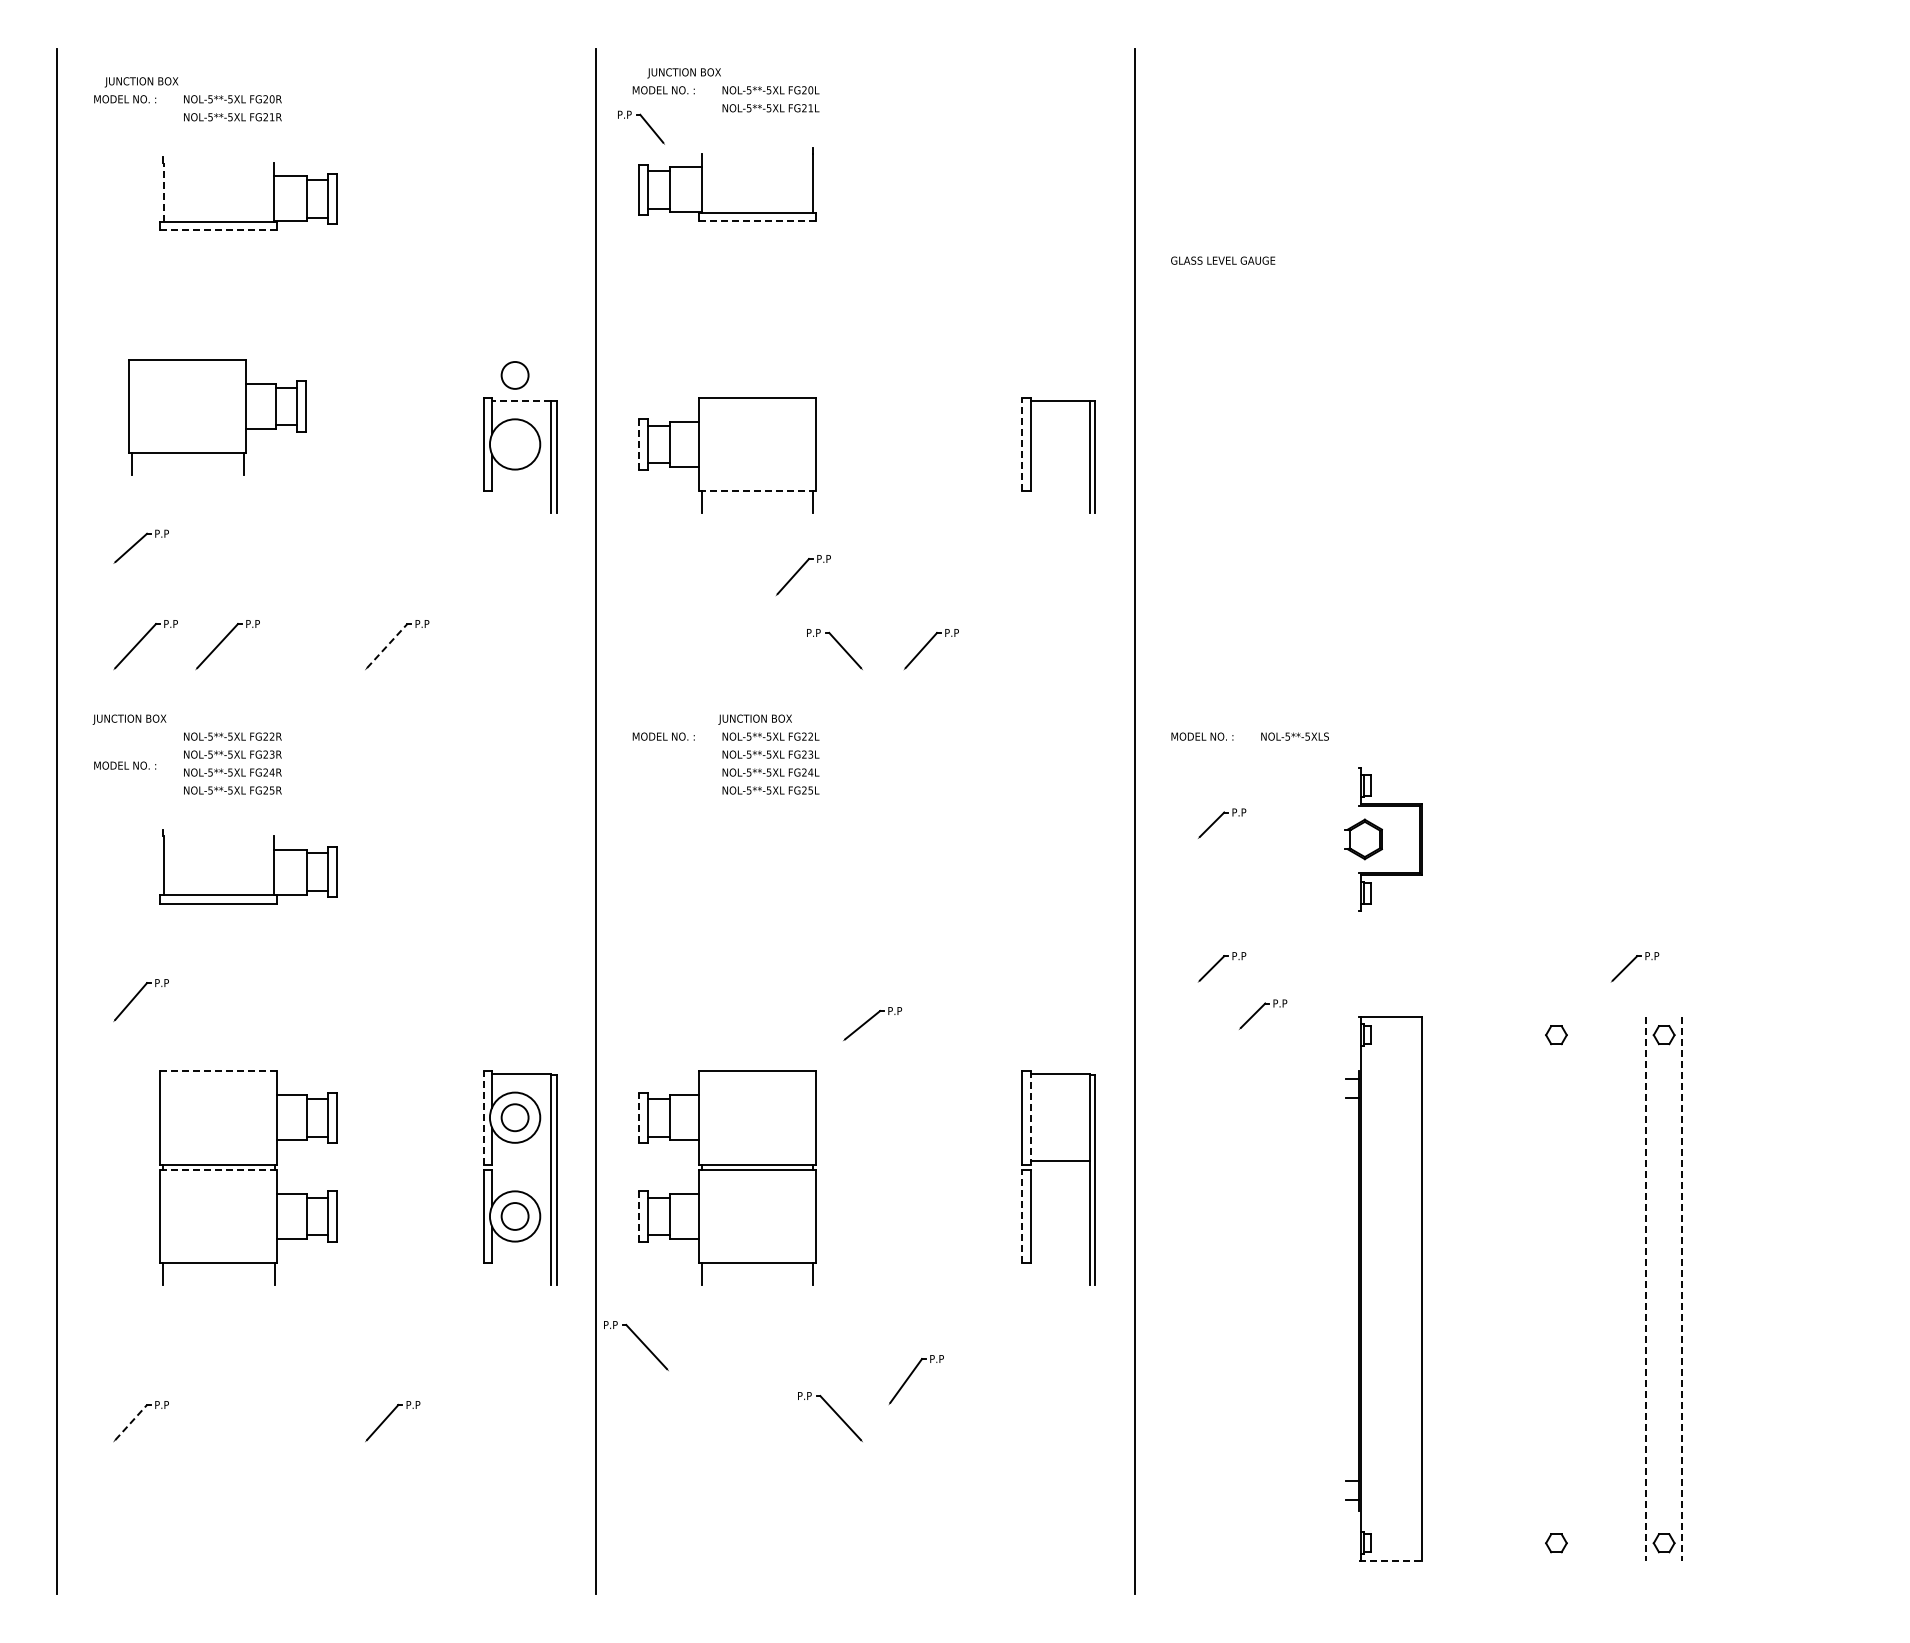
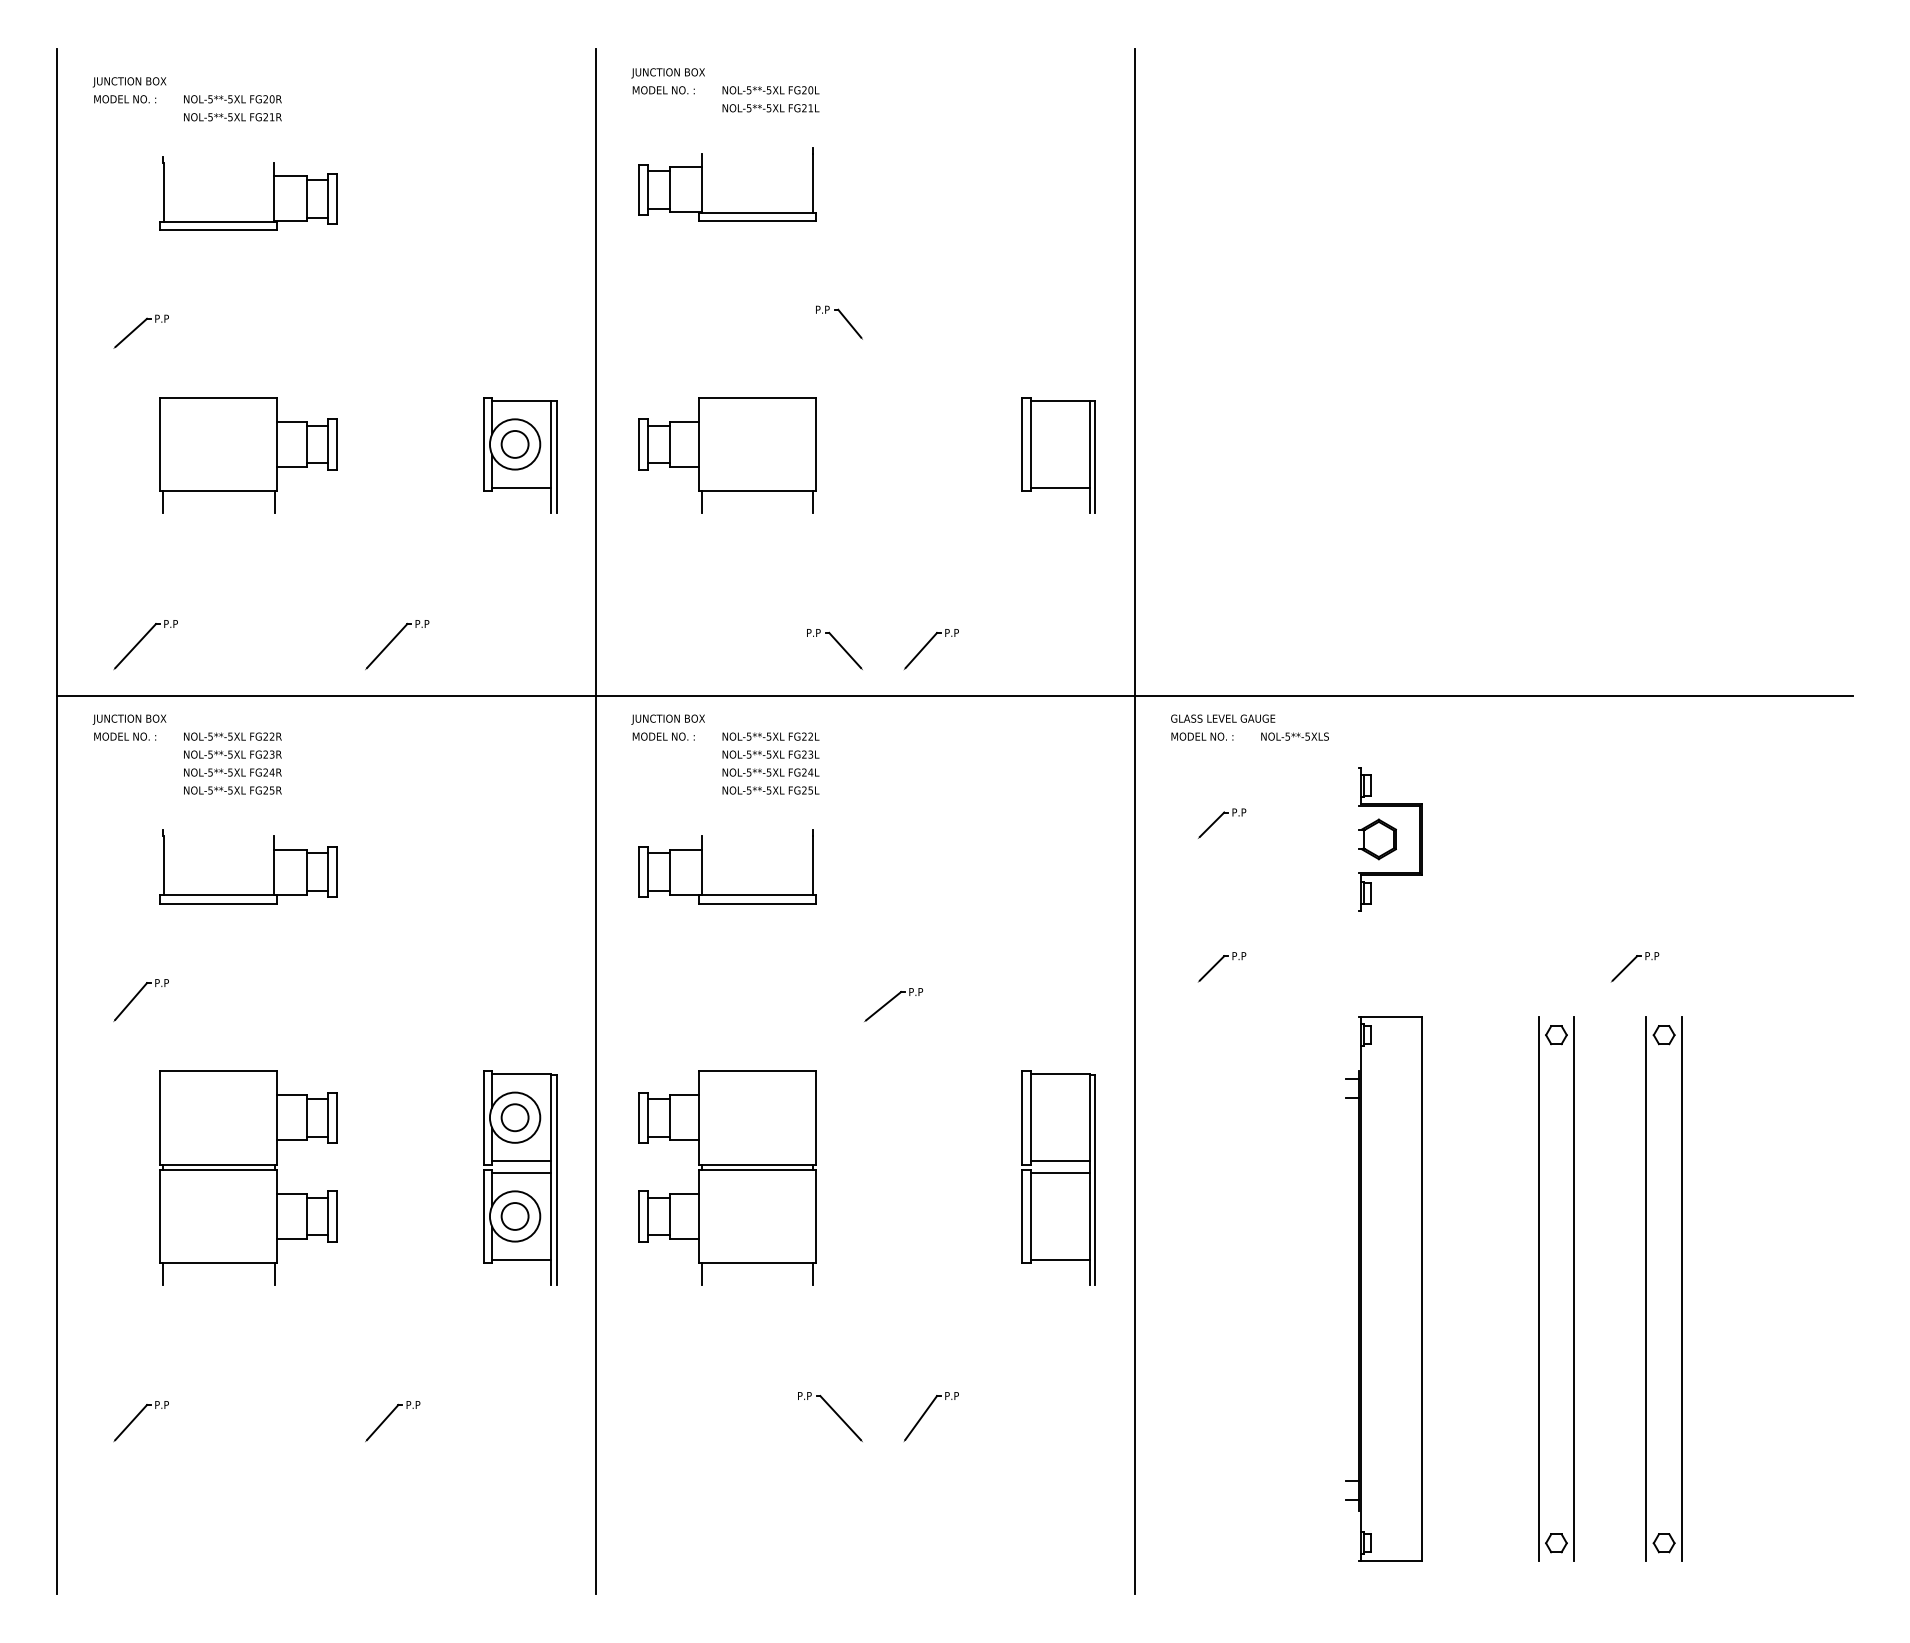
text at (683, 73) position: (683, 73) -> (667, 73)
text at (141, 82) position: (141, 82) -> (129, 82)
part at (647, 125) position: (647, 125) -> (845, 320)
line at (163, 191): dashed -> solid
line at (758, 221): dashed -> solid
line at (218, 230): dashed -> solid
text at (1223, 260) position: (1223, 260) -> (1223, 718)
circle at (514, 375) position: (514, 375) -> (514, 444)
line at (521, 400): dashed -> solid
part at (217, 417) position: (217, 417) -> (248, 455)
line at (639, 443): dashed -> solid
line at (1022, 444): dashed -> solid
line at (521, 488): none -> present
line at (1059, 488): none -> present
line at (757, 491): dashed -> solid
part at (140, 546) position: (140, 546) -> (140, 331)
part at (802, 575): present -> none
part at (227, 645): present -> none
line at (387, 646): dashed -> solid
line at (954, 695): none -> present
text at (754, 719) position: (754, 719) -> (667, 719)
text at (125, 765) position: (125, 765) -> (125, 736)
part at (1363, 839) position: (1363, 839) -> (1377, 839)
part at (702, 866): none -> present
part at (1263, 1014): present -> none
part at (872, 1023) position: (872, 1023) -> (893, 1004)
line at (219, 1070): dashed -> solid
line at (483, 1117): dashed -> solid
line at (639, 1117): dashed -> solid
line at (1030, 1117): dashed -> solid
line at (521, 1161): none -> present
line at (219, 1169): dashed -> solid
line at (521, 1172): none -> present
line at (1059, 1172): none -> present
line at (639, 1215): dashed -> solid
line at (1022, 1216): dashed -> solid
line at (521, 1260): none -> present
line at (1059, 1260): none -> present
line at (1538, 1289): none -> present
line at (1574, 1289): none -> present
line at (1646, 1289): dashed -> solid
line at (1682, 1289): dashed -> solid
part at (636, 1345): present -> none
part at (909, 1378) position: (909, 1378) -> (924, 1415)
line at (131, 1422): dashed -> solid
line at (1390, 1561): dashed -> solid
